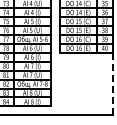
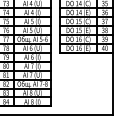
line at (112, 84): dashed -> solid
